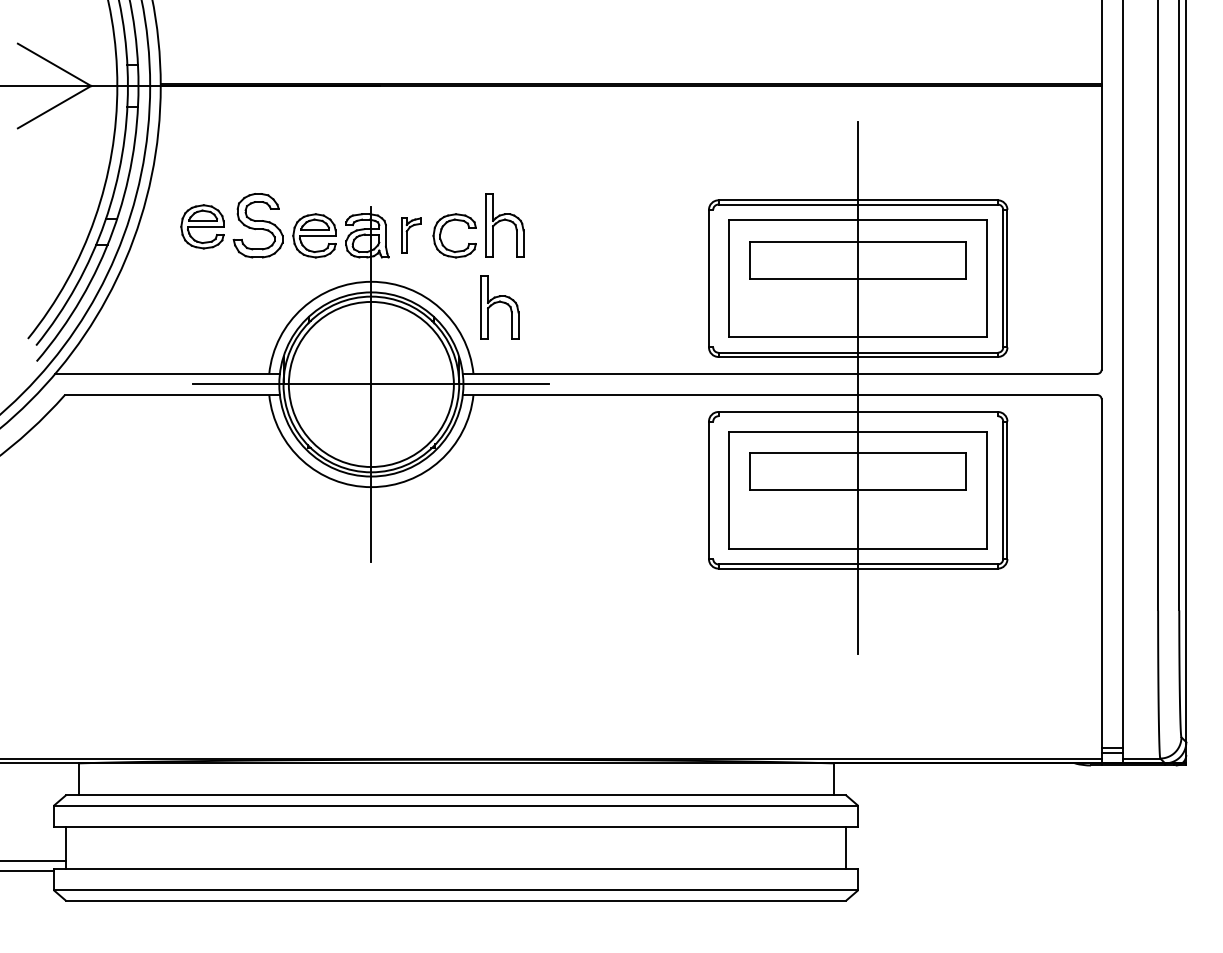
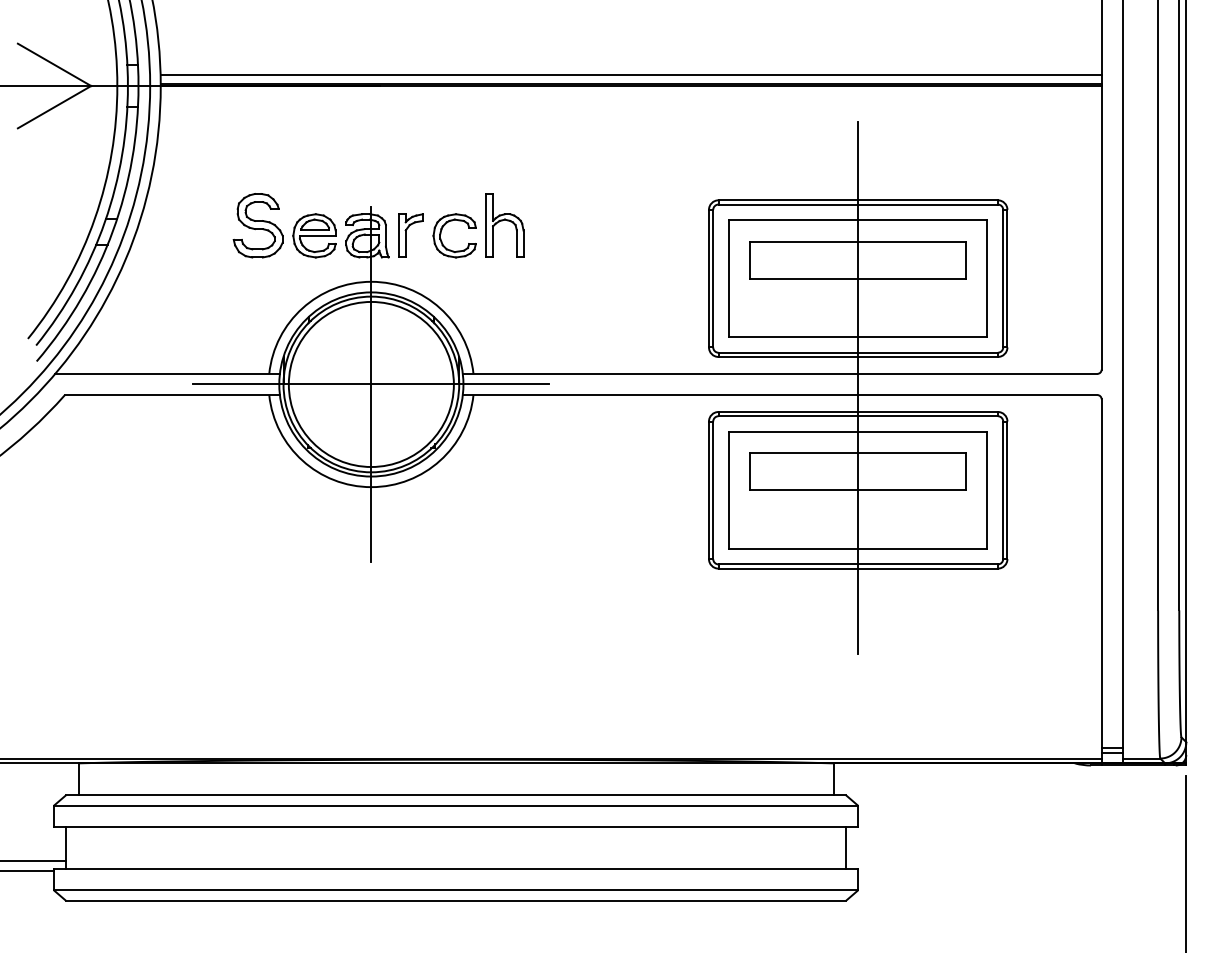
line at (630, 74): none -> present
part at (202, 226): present -> none
part at (411, 235) size: 21x37 px -> 26x45 px
line at (713, 278): none -> present
part at (499, 307): present -> none
line at (857, 416): none -> present
line at (713, 490): none -> present
line at (1186, 862): none -> present
